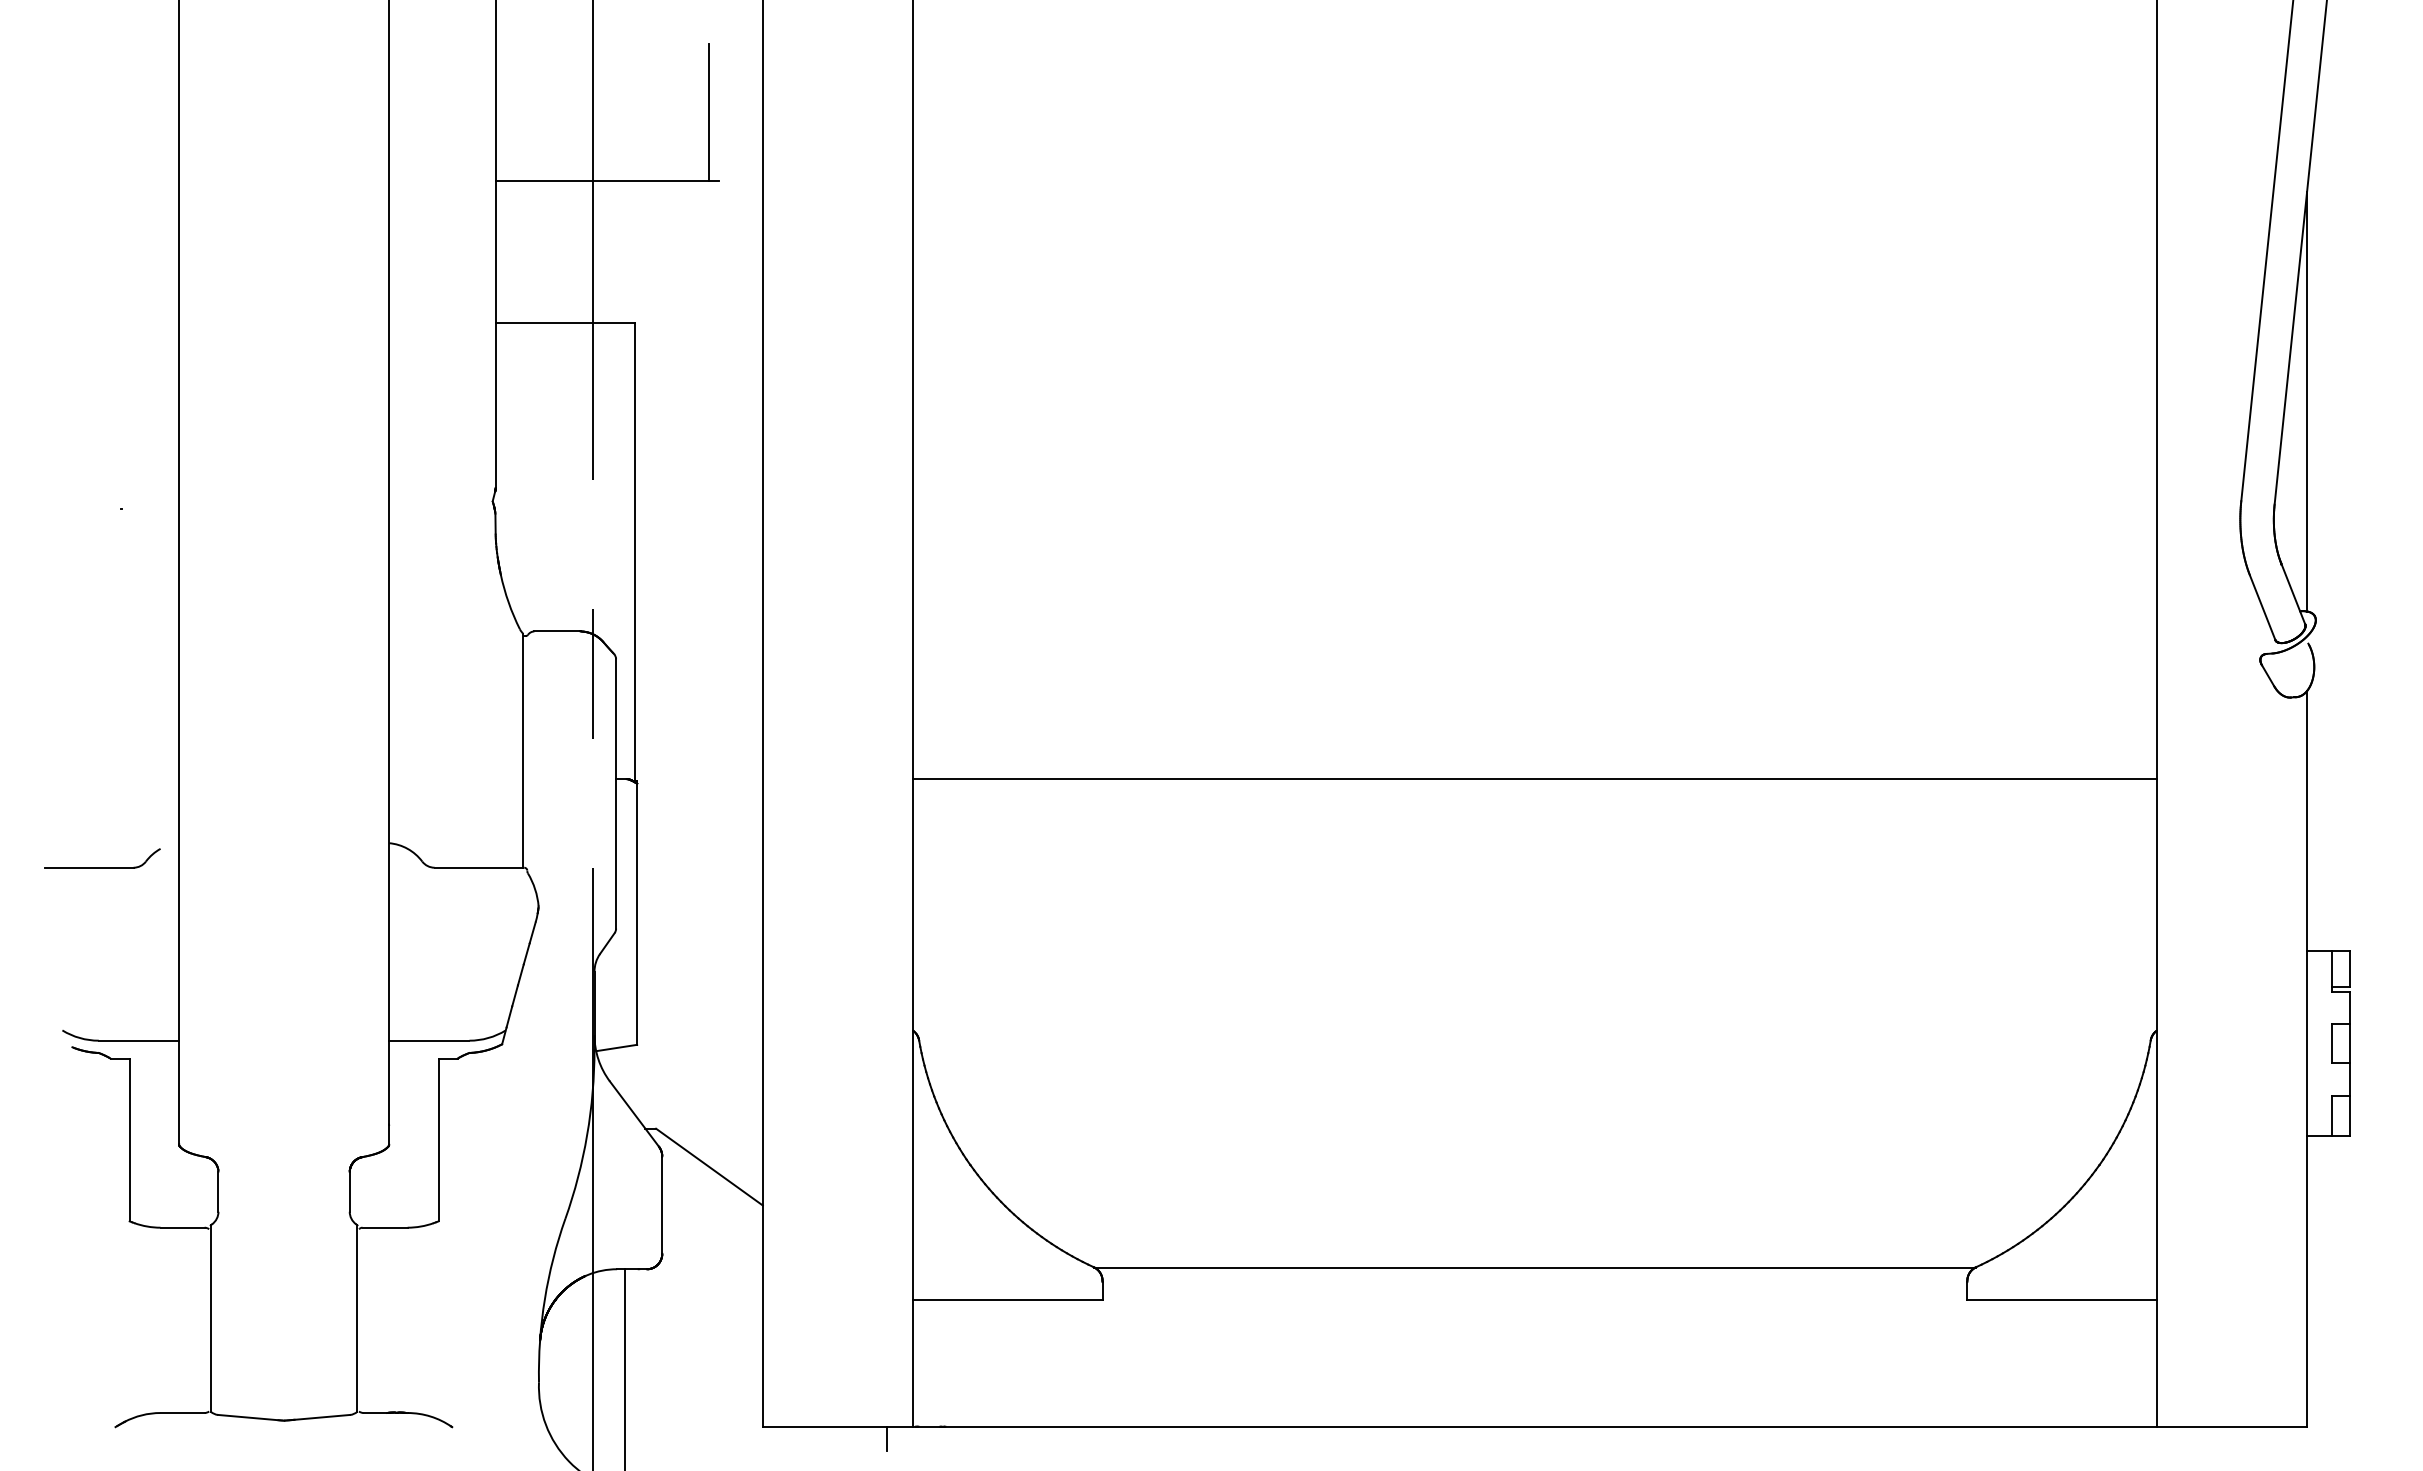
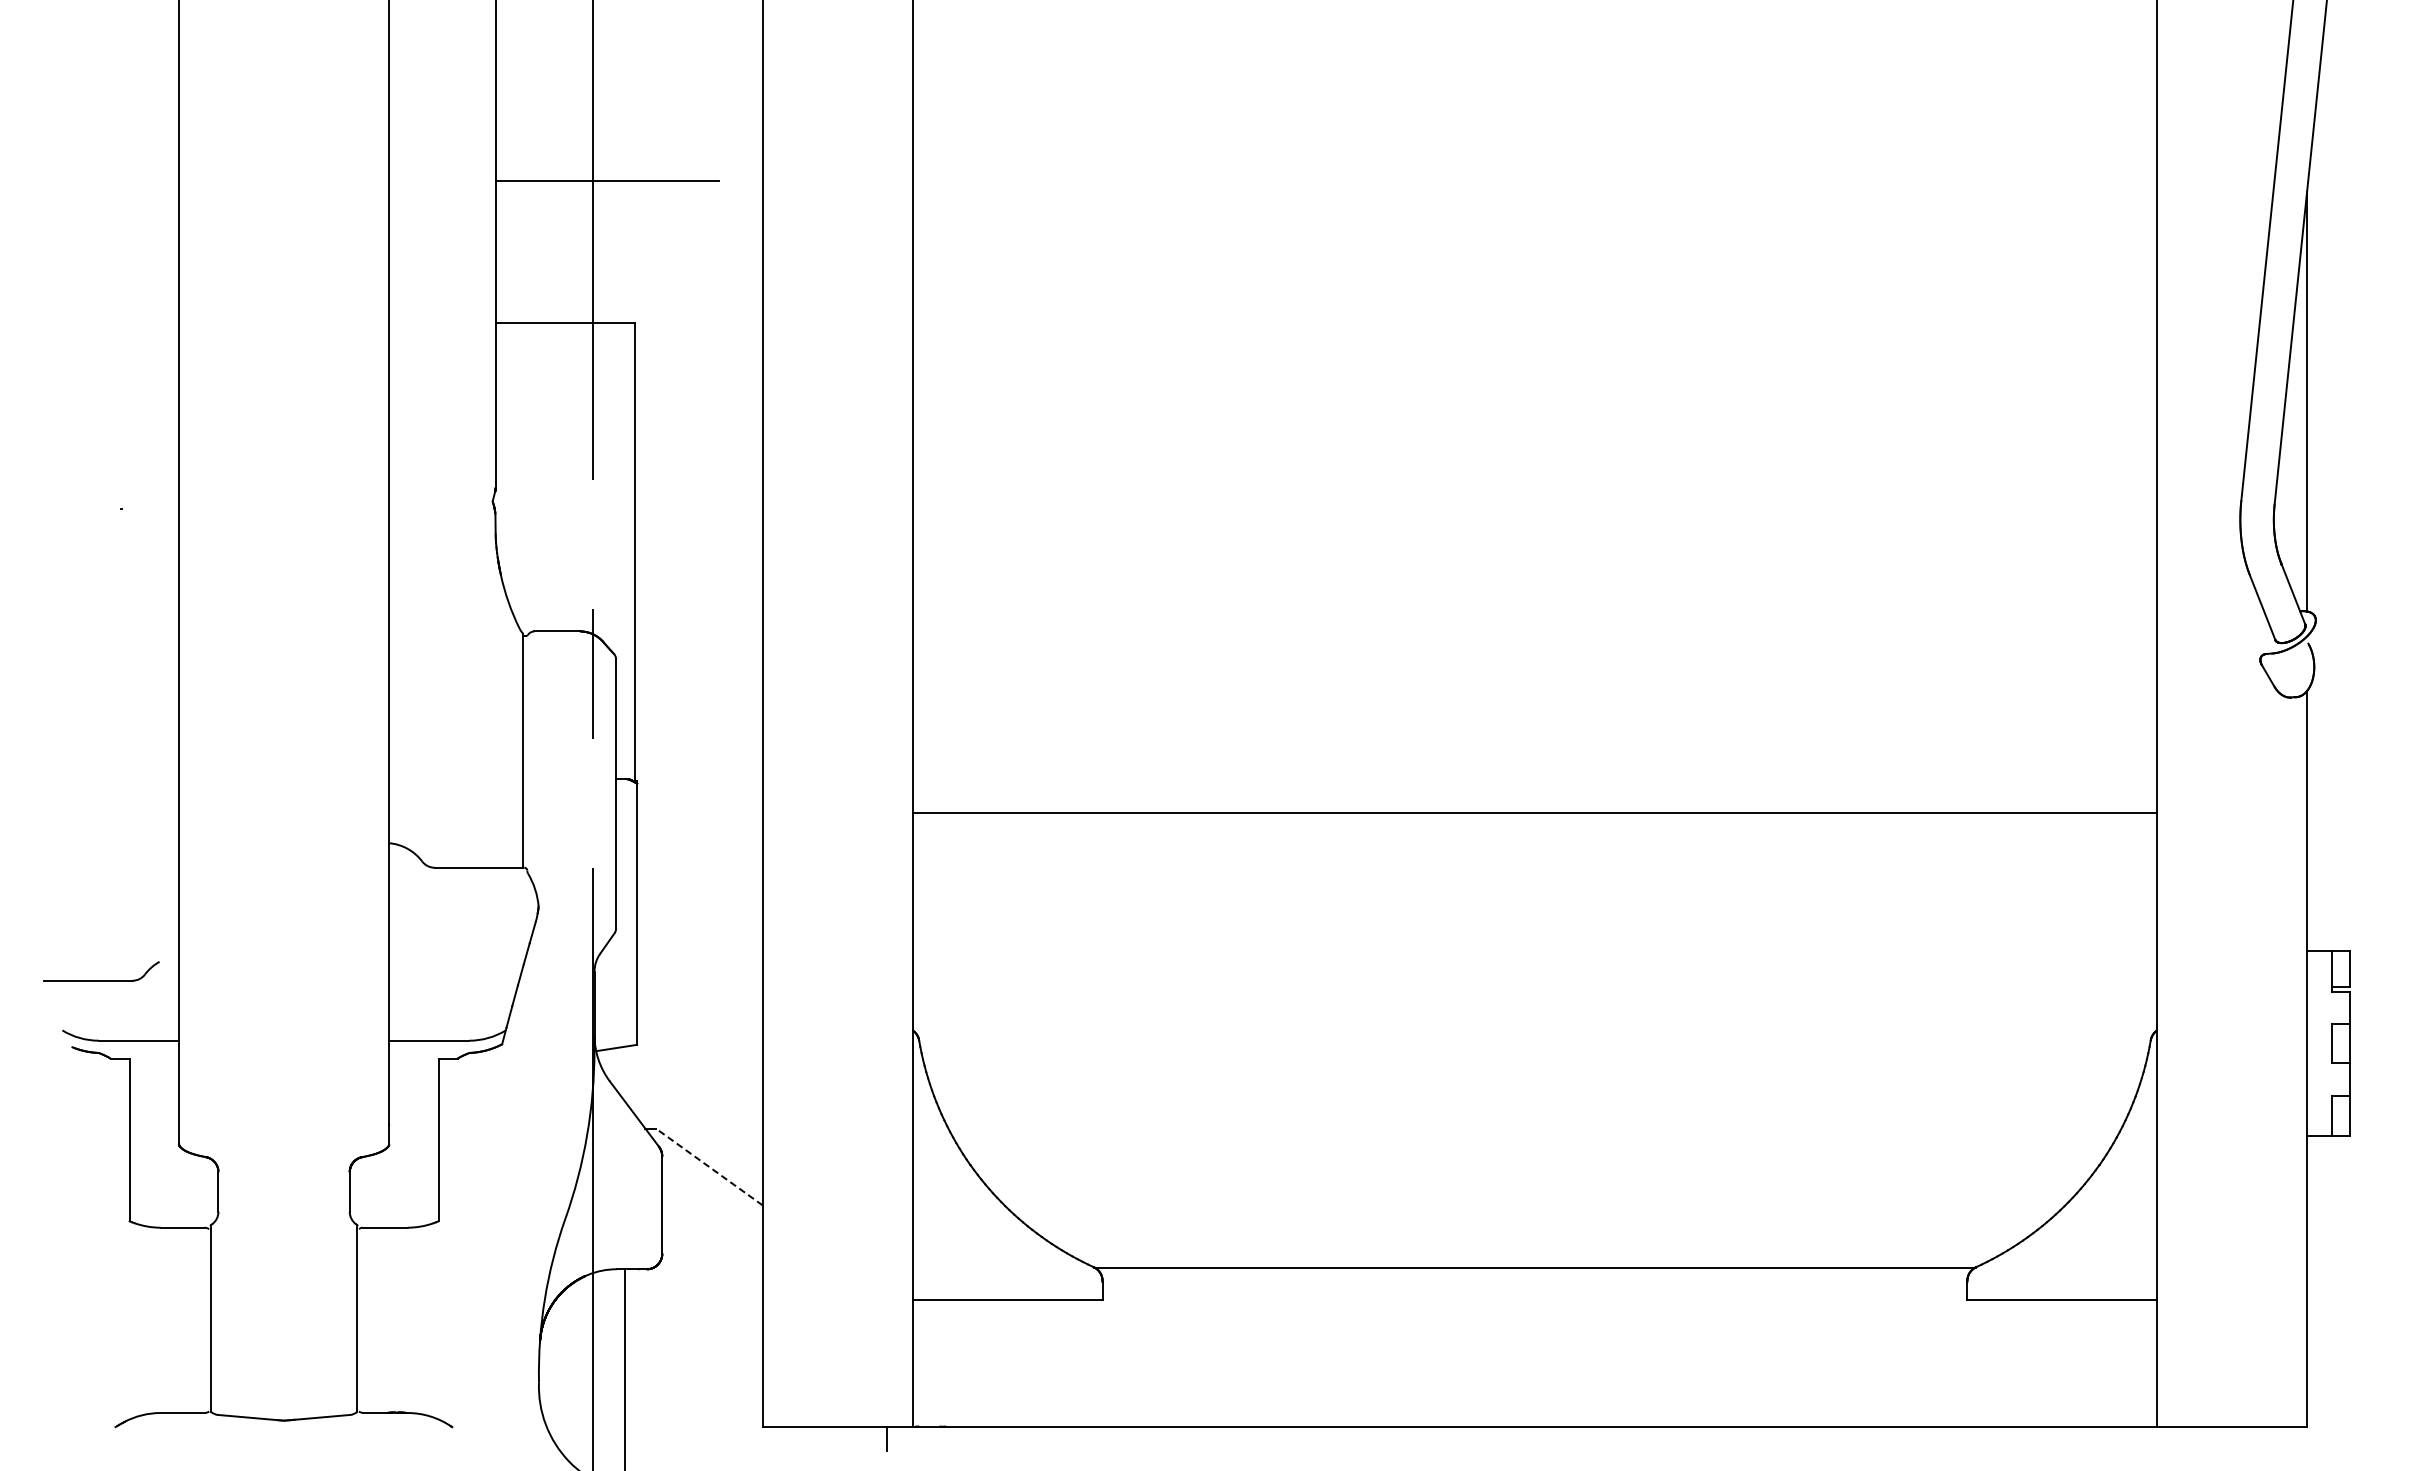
line at (708, 112): present -> none
line at (1534, 779) position: (1534, 779) -> (1534, 813)
part at (102, 867) position: (102, 867) -> (101, 980)
line at (709, 1167): solid -> dashed
